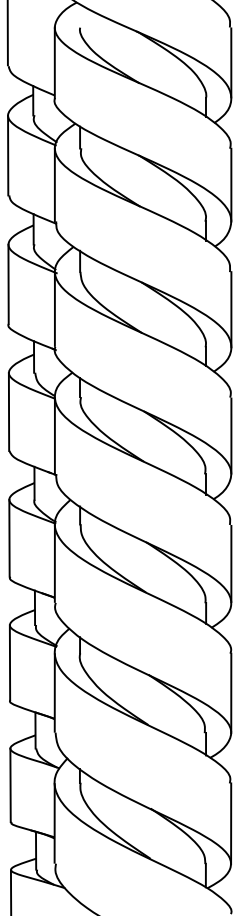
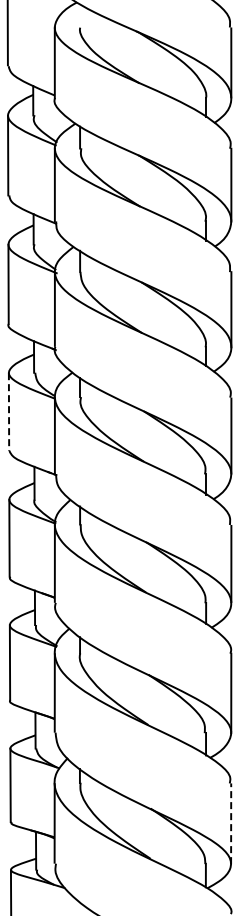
line at (9, 412): solid -> dashed
line at (231, 823): solid -> dashed
